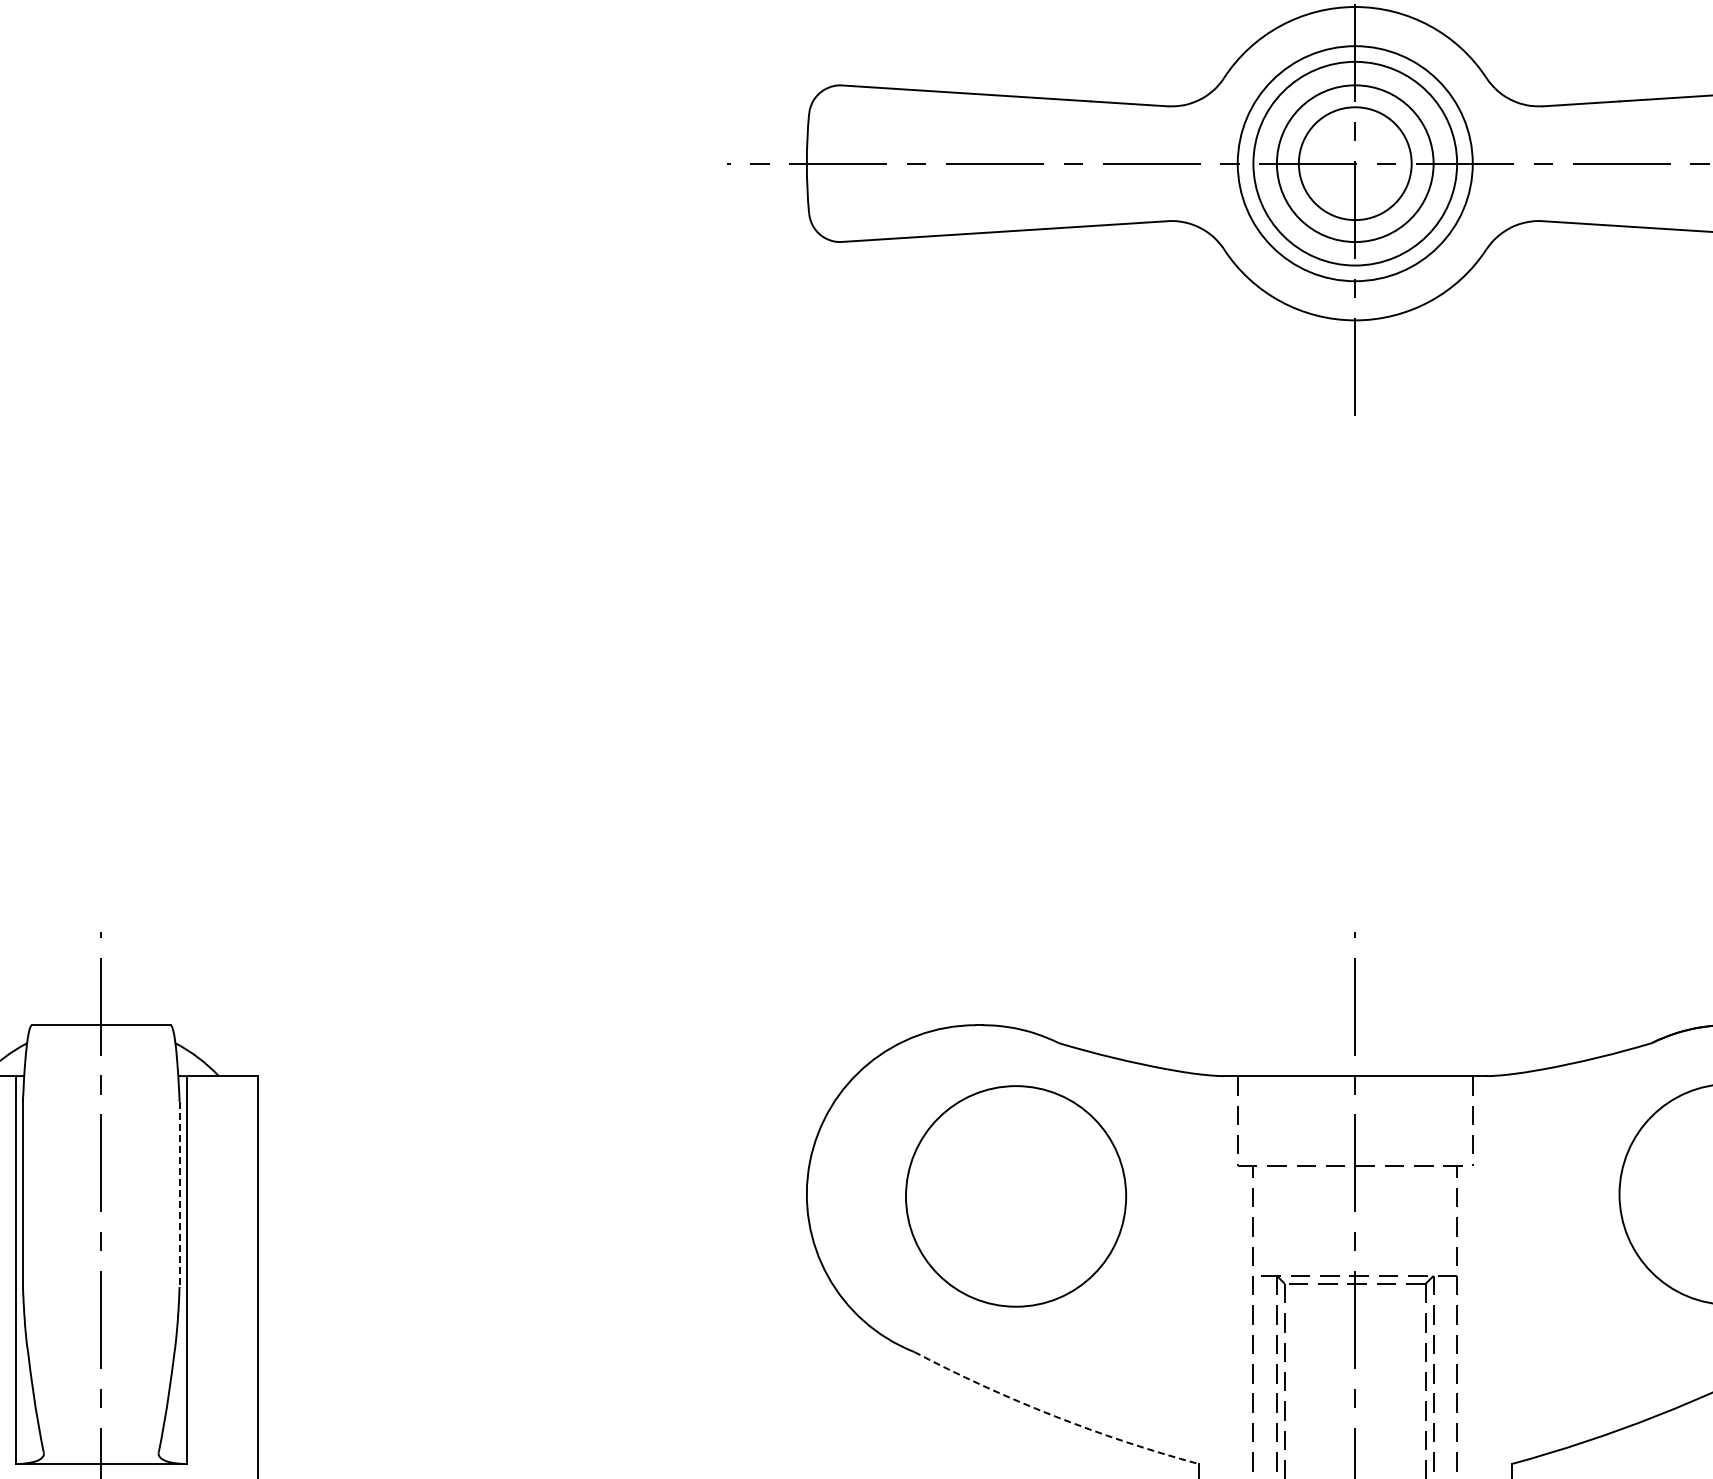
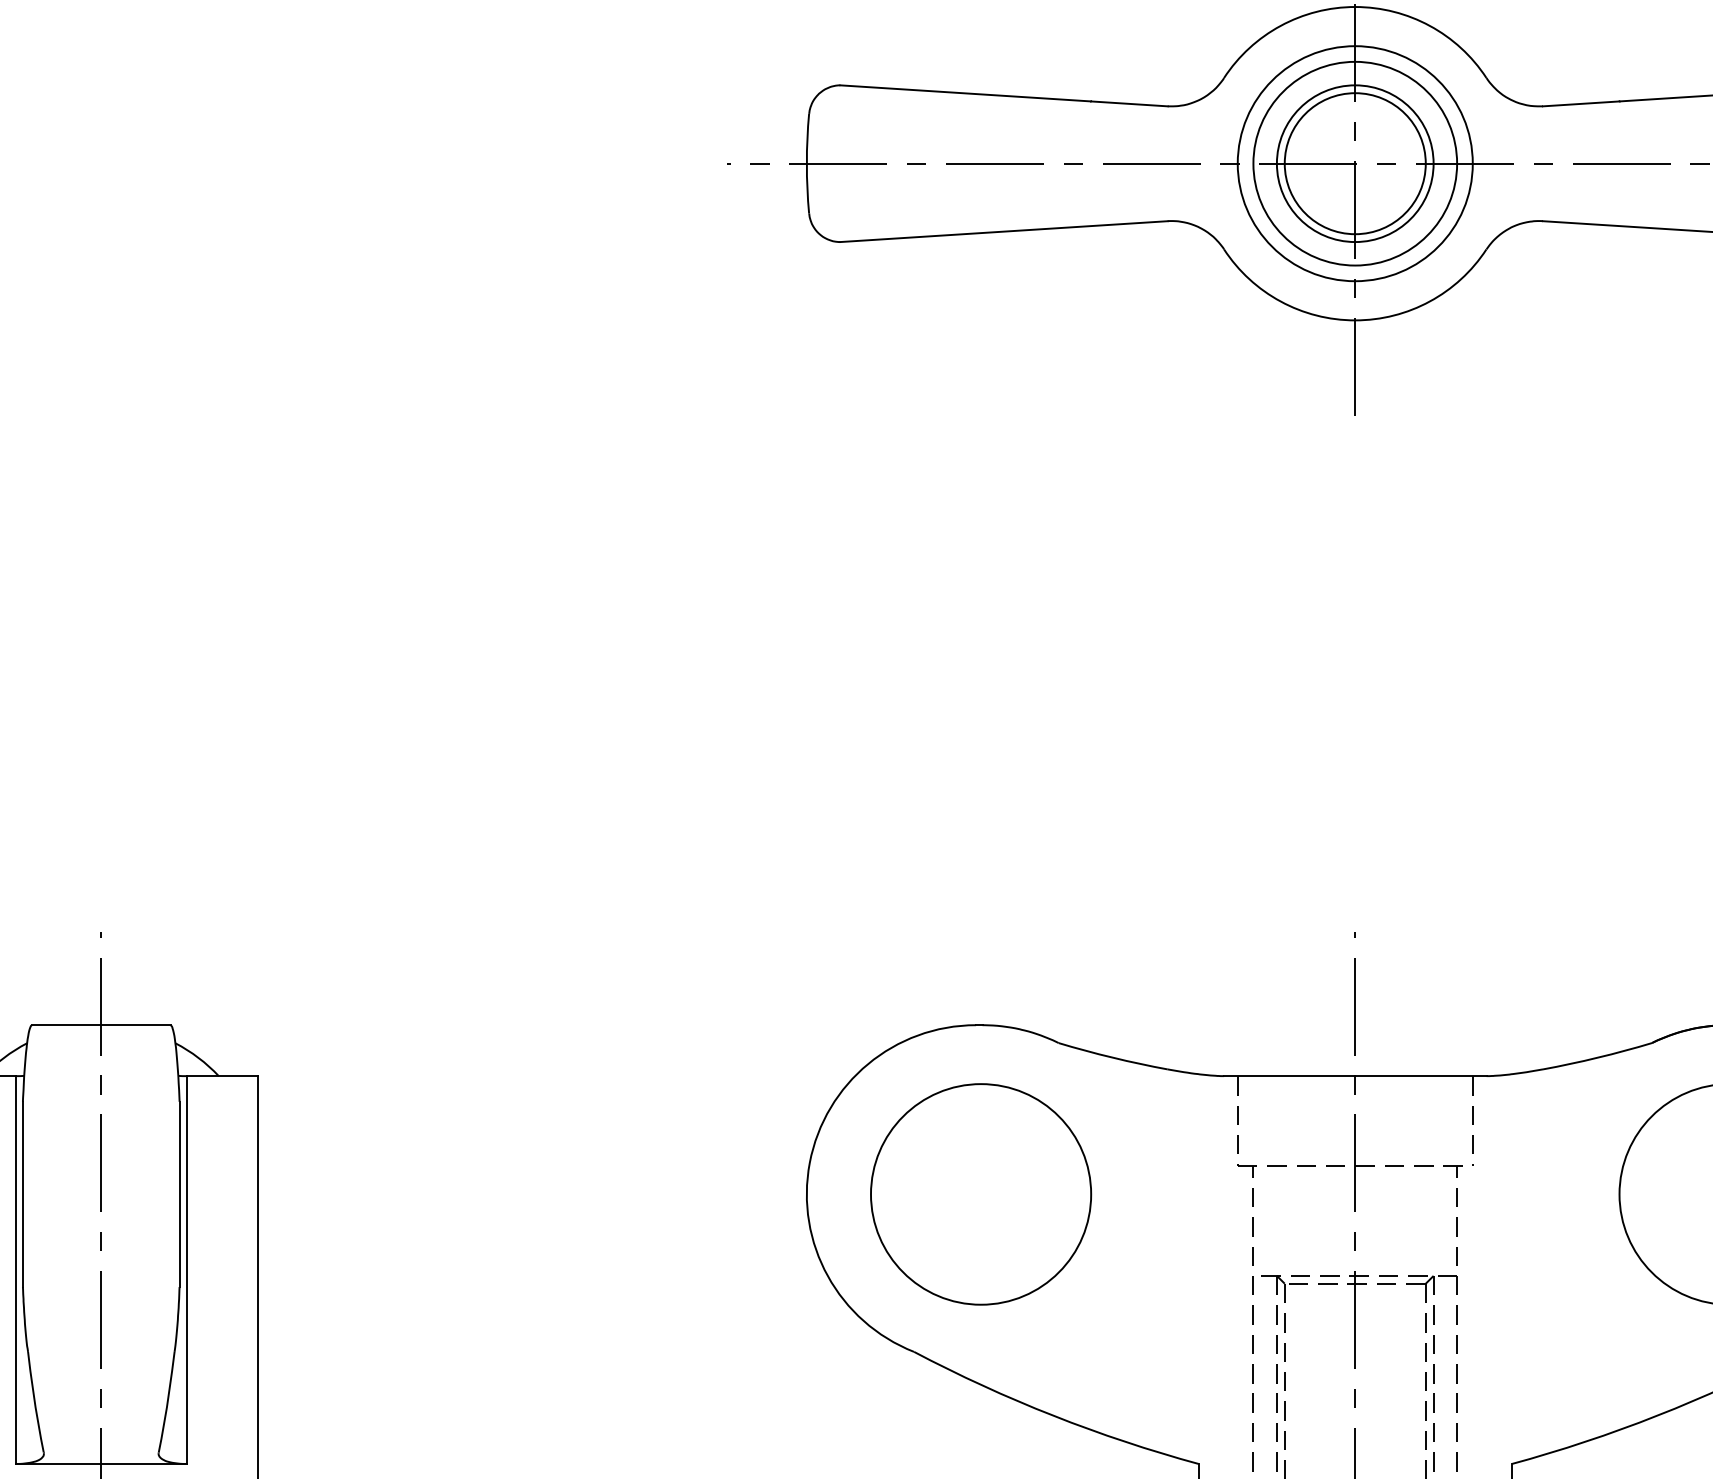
circle at (1354, 163) diameter: 113 px -> 141 px
line at (179, 1194): dashed -> solid
part at (1016, 1196) position: (1016, 1196) -> (981, 1194)
arc at (1053, 1415): dashed -> solid
